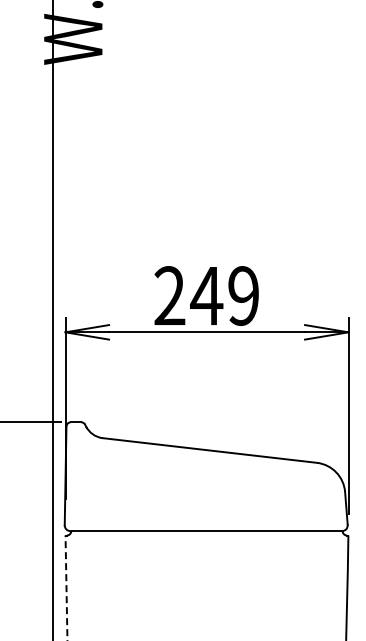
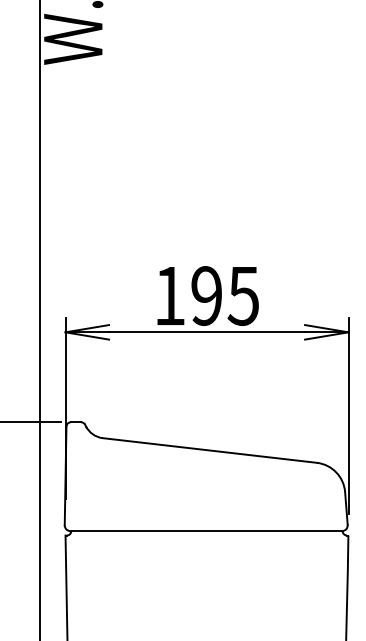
text at (206, 295): 249 -> 195
line at (53, 319) position: (53, 319) -> (40, 319)
line at (66, 587): dashed -> solid
